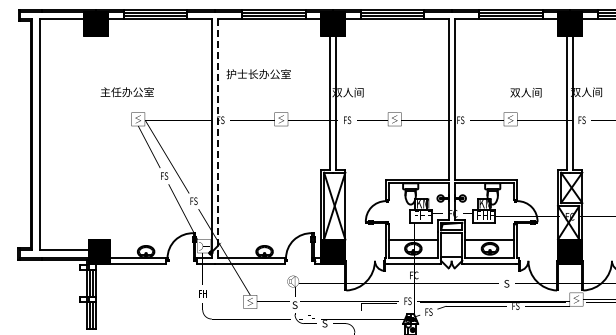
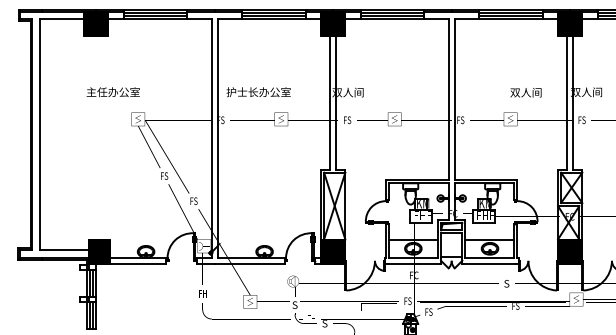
text at (258, 74) position: (258, 74) -> (258, 92)
text at (126, 92) position: (126, 92) -> (112, 92)
line at (217, 139): dashed -> solid
